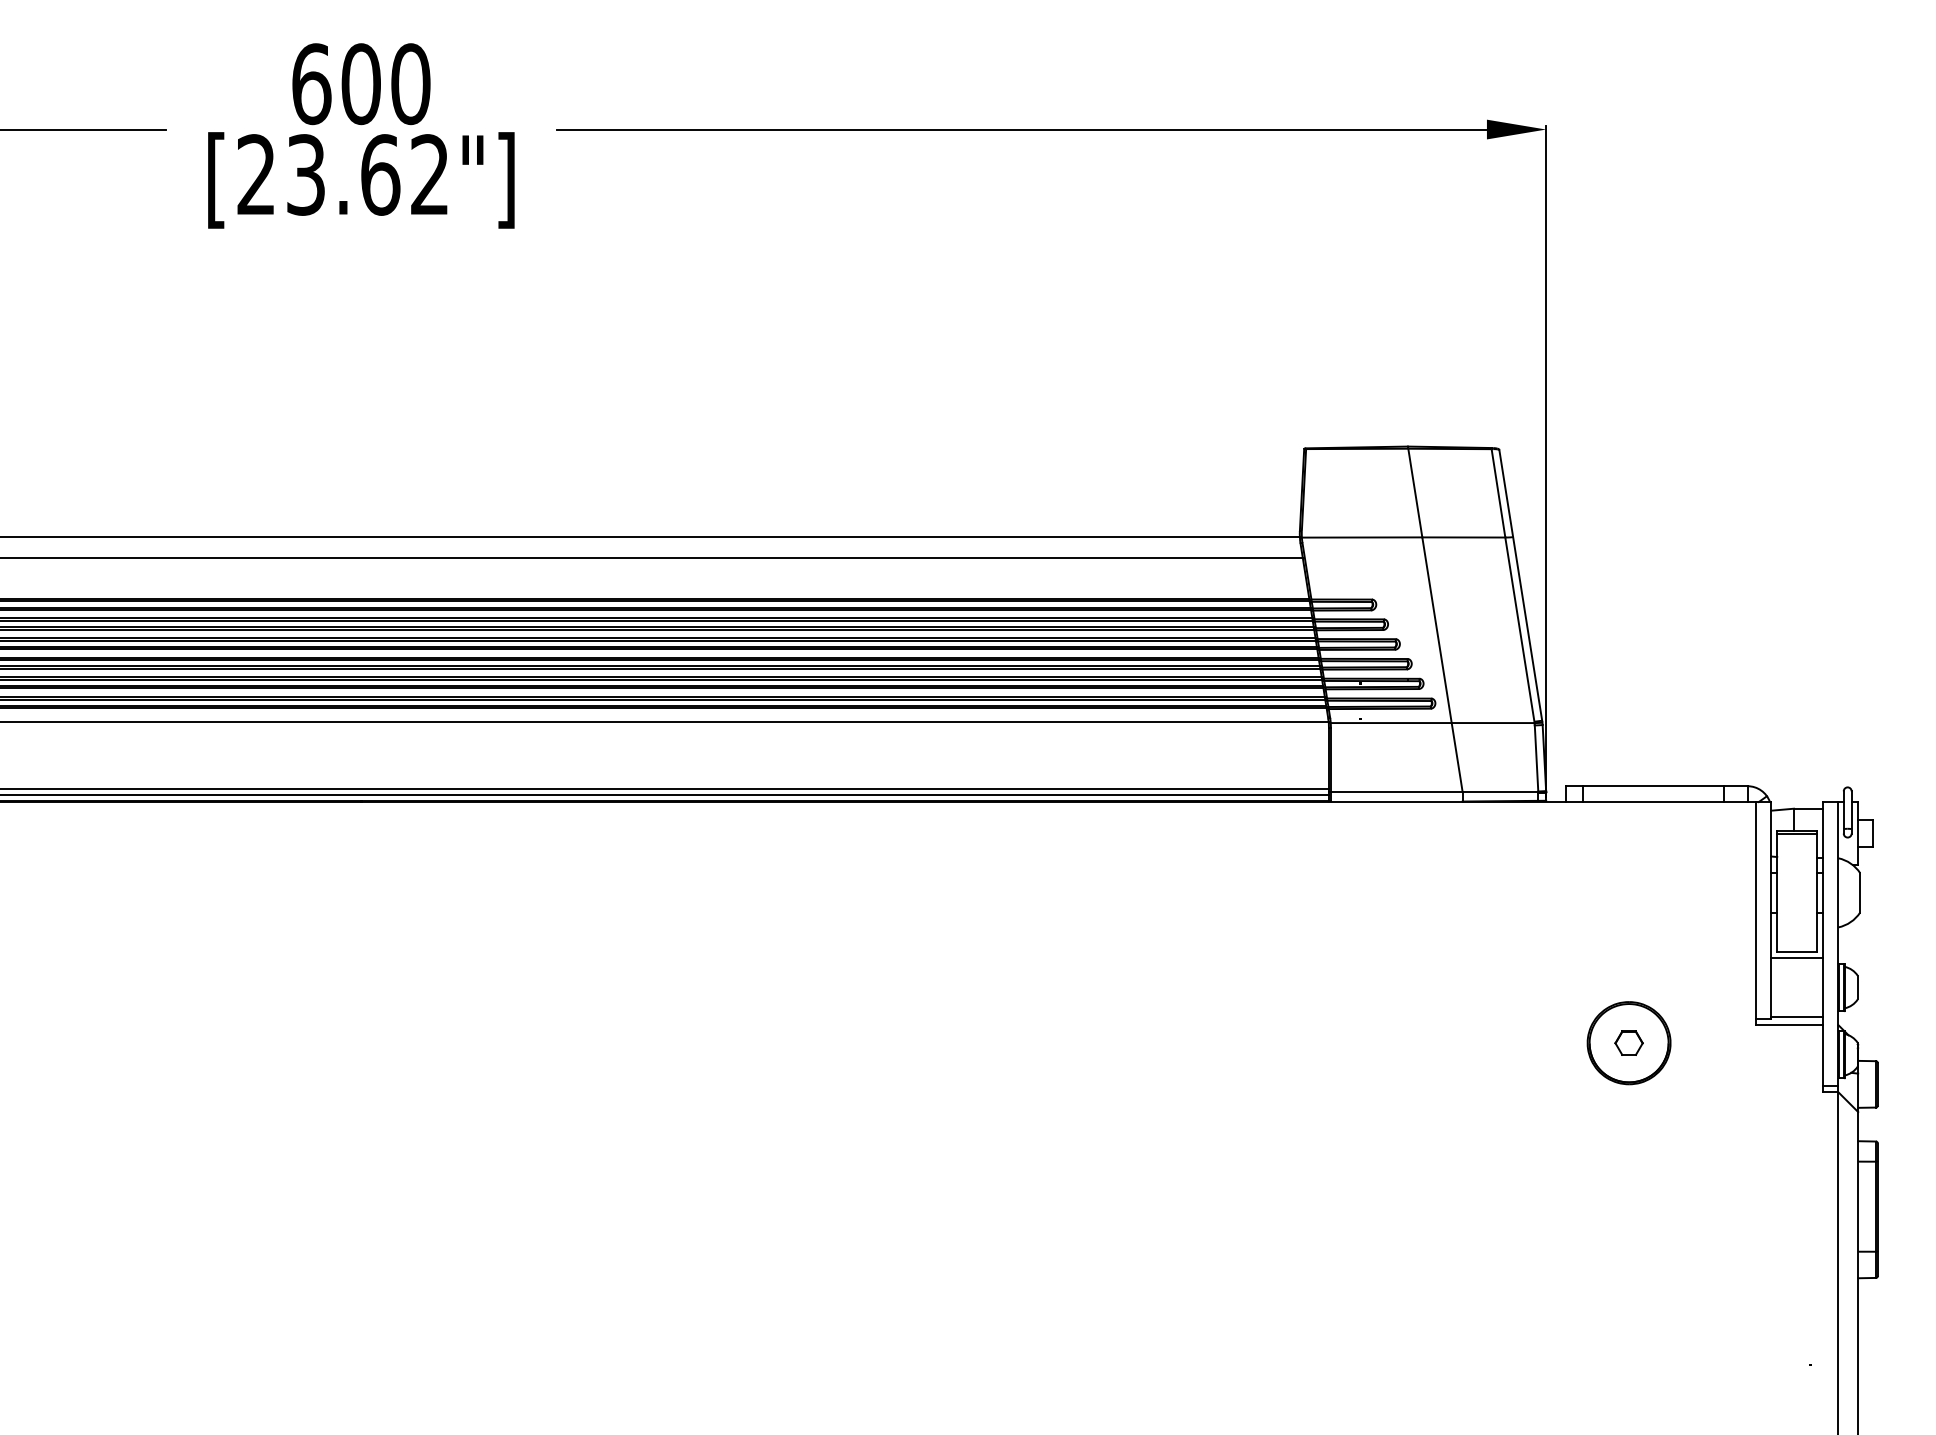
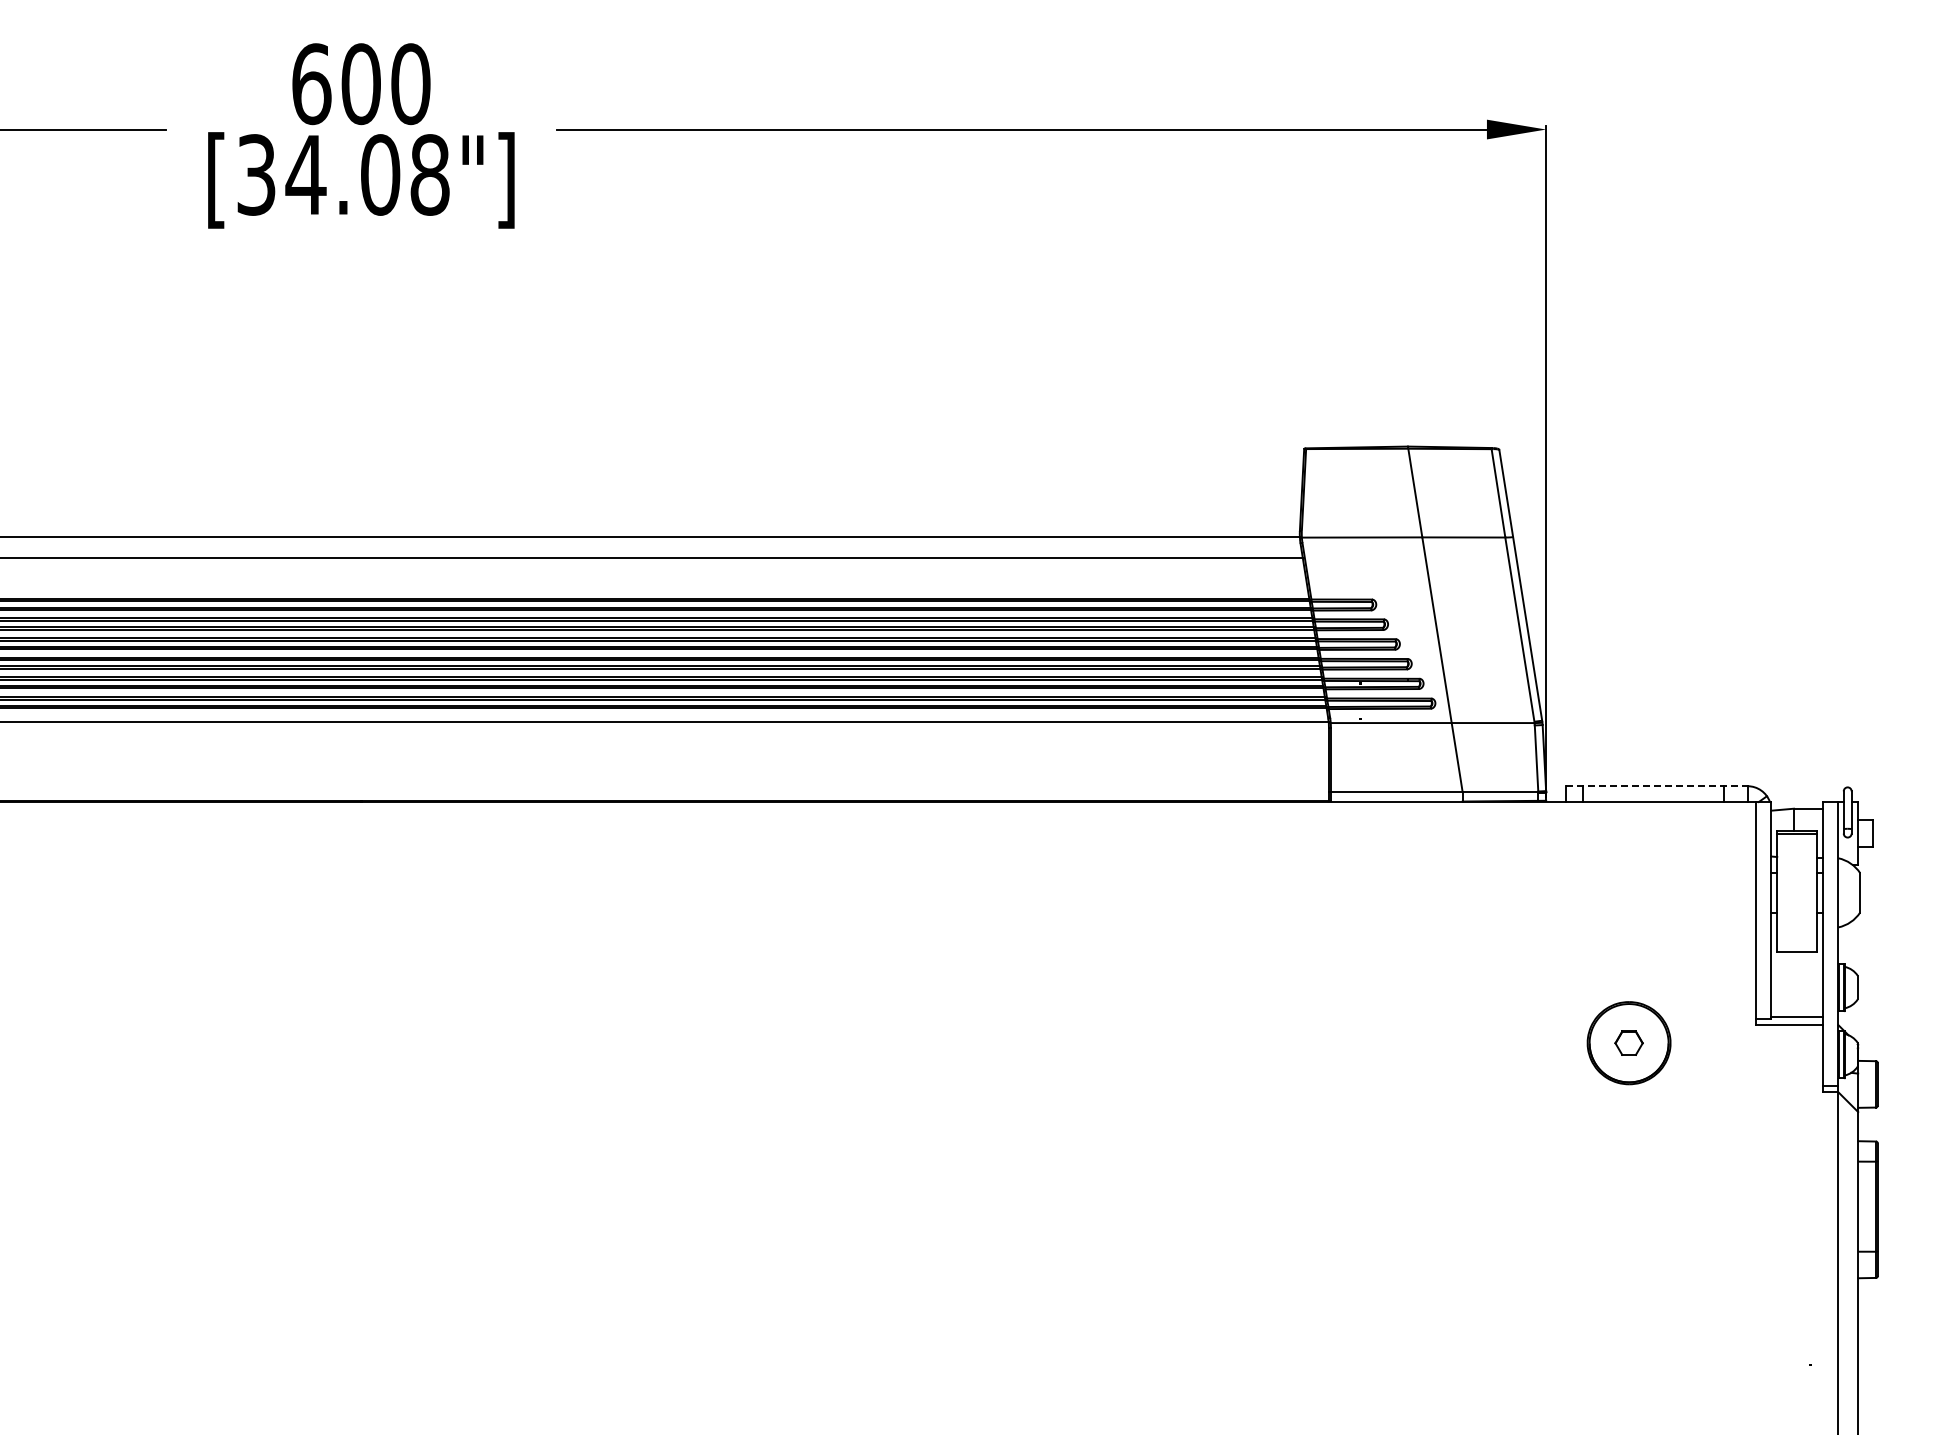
text at (343, 174): [23.62"] -> [34.08"]
line at (1656, 786): solid -> dashed
line at (665, 788): present -> none
line at (665, 794): present -> none
line at (1796, 958): present -> none
